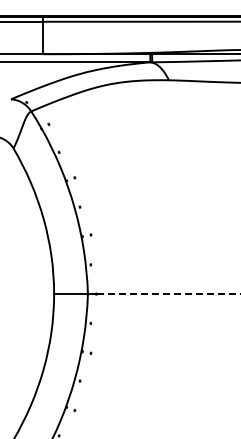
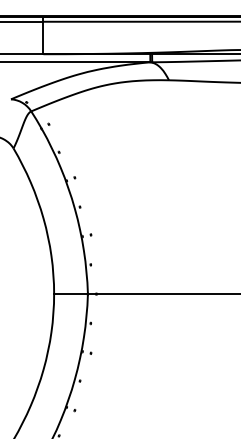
line at (168, 294): dashed -> solid
